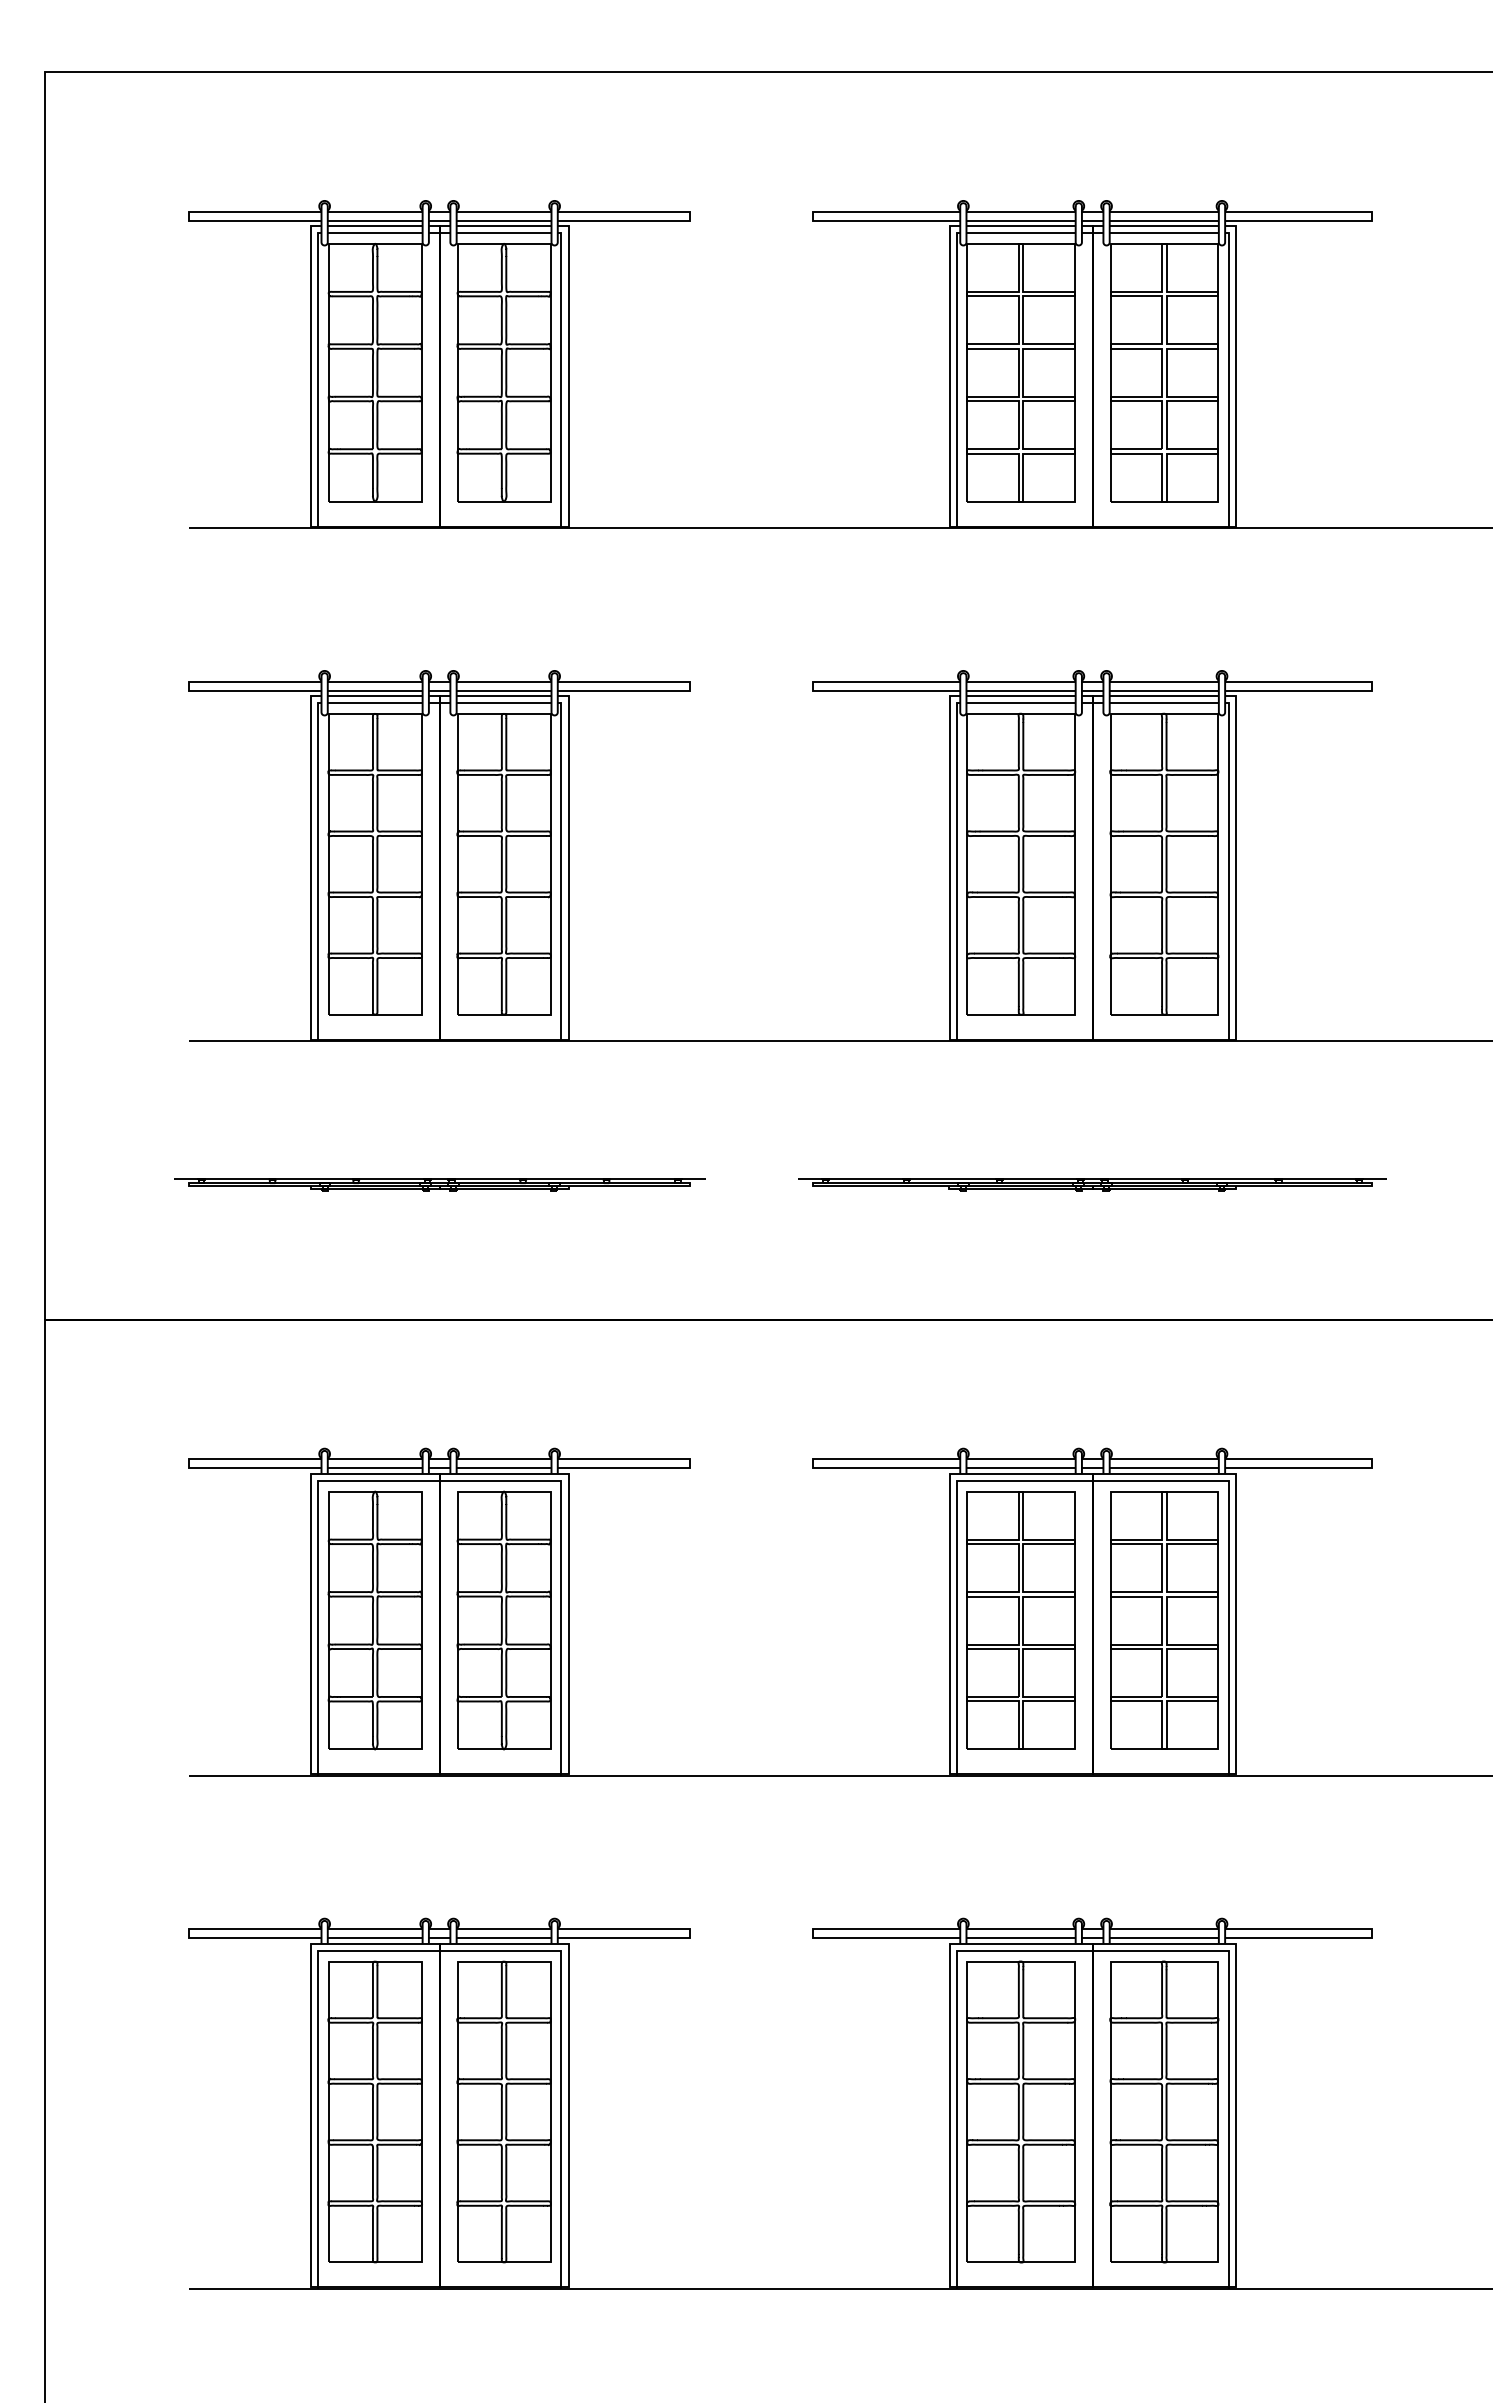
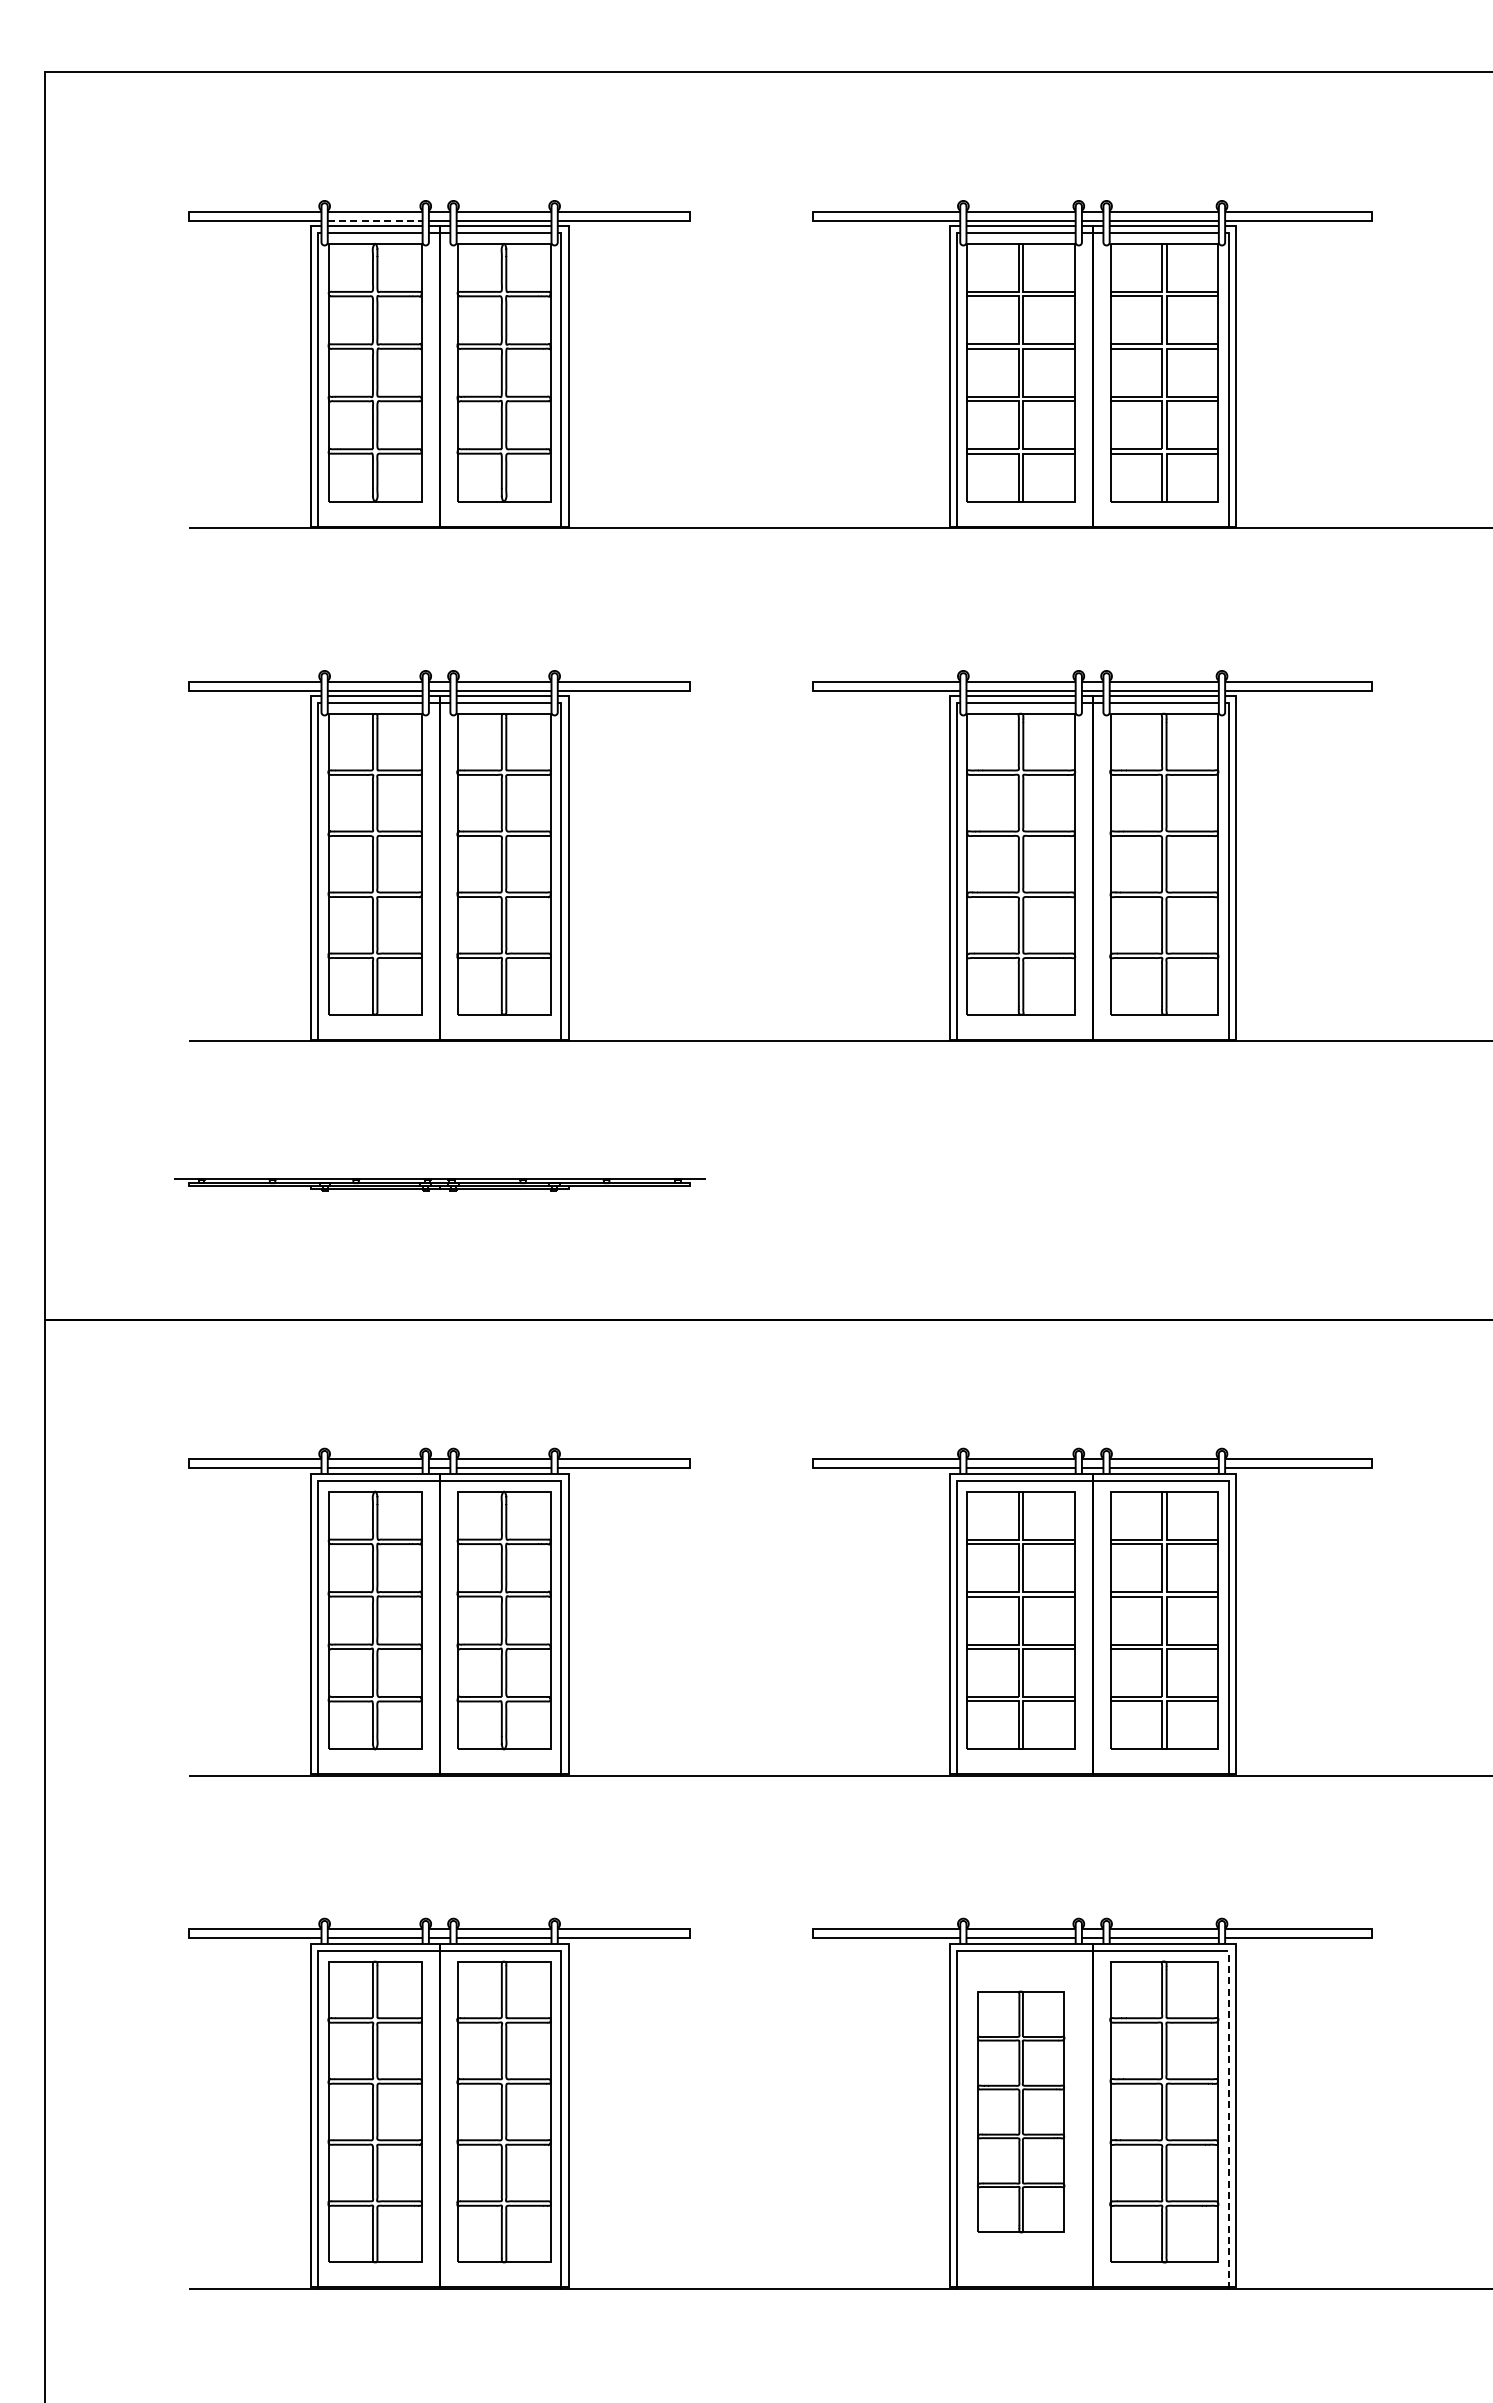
line at (375, 220): solid -> dashed
part at (1092, 1184): present -> none
part at (1021, 2111) size: 111x304 px -> 89x244 px
line at (1228, 2117): solid -> dashed
